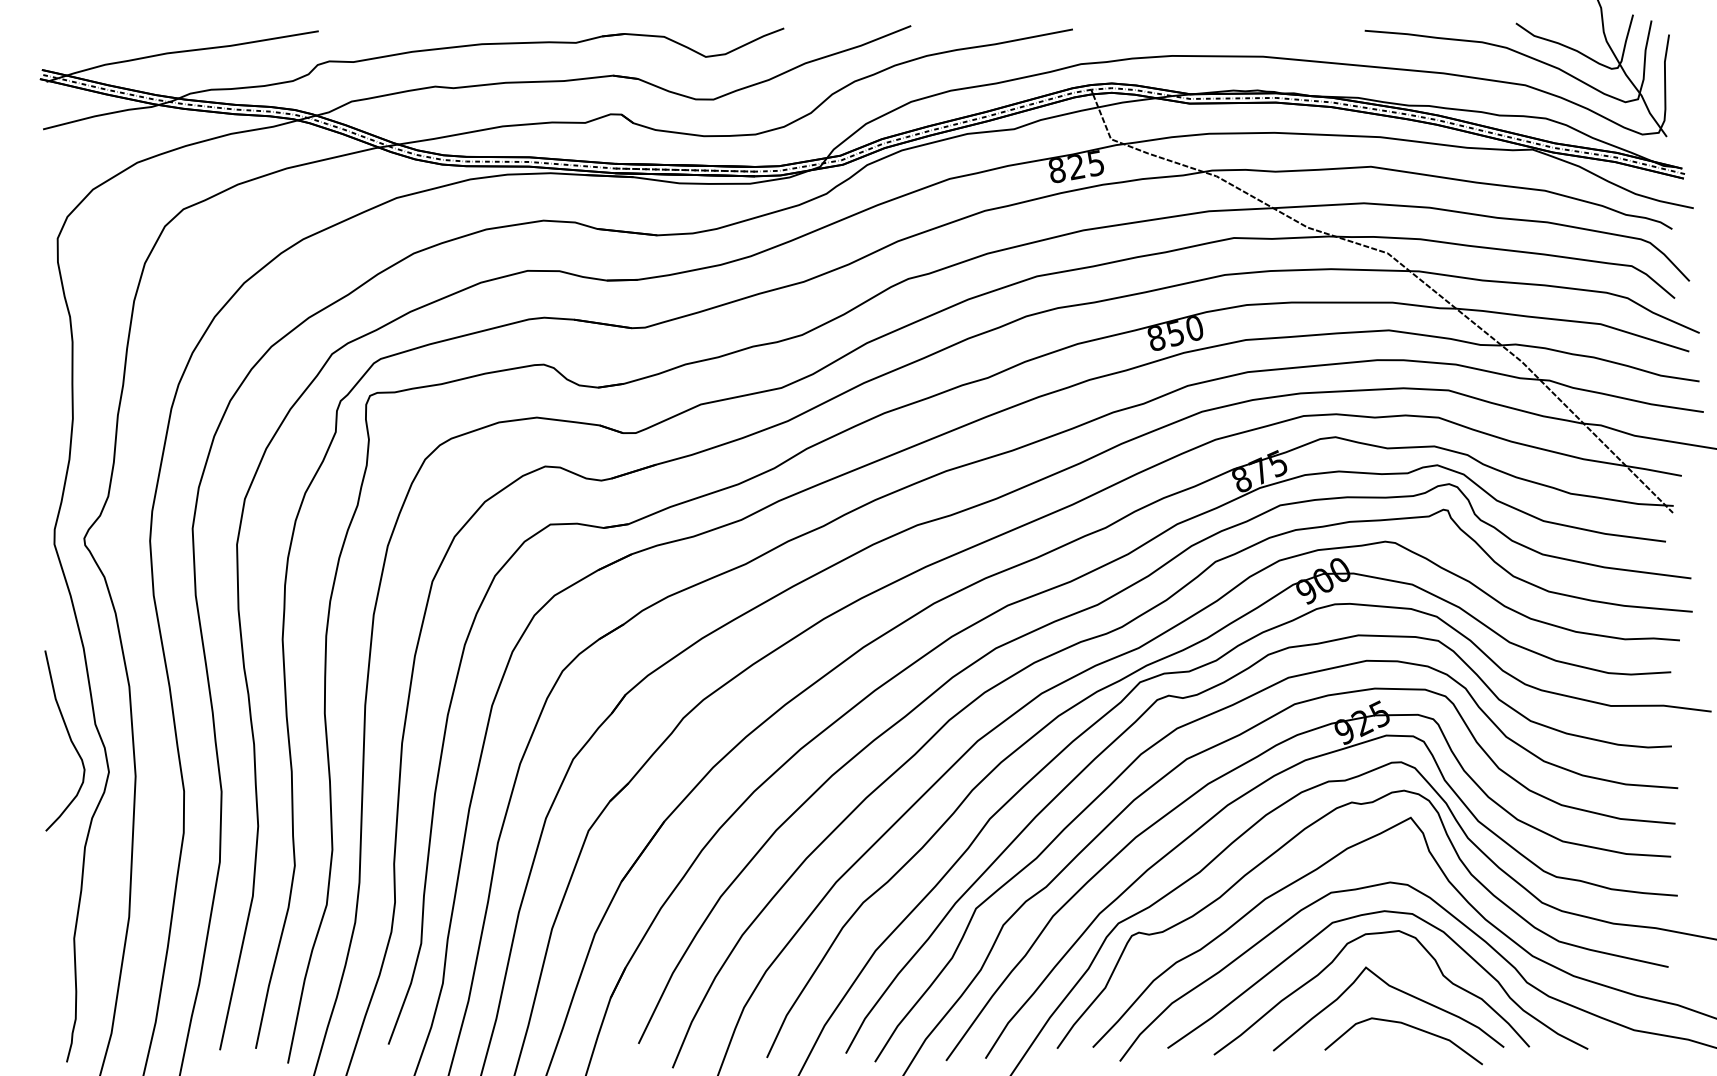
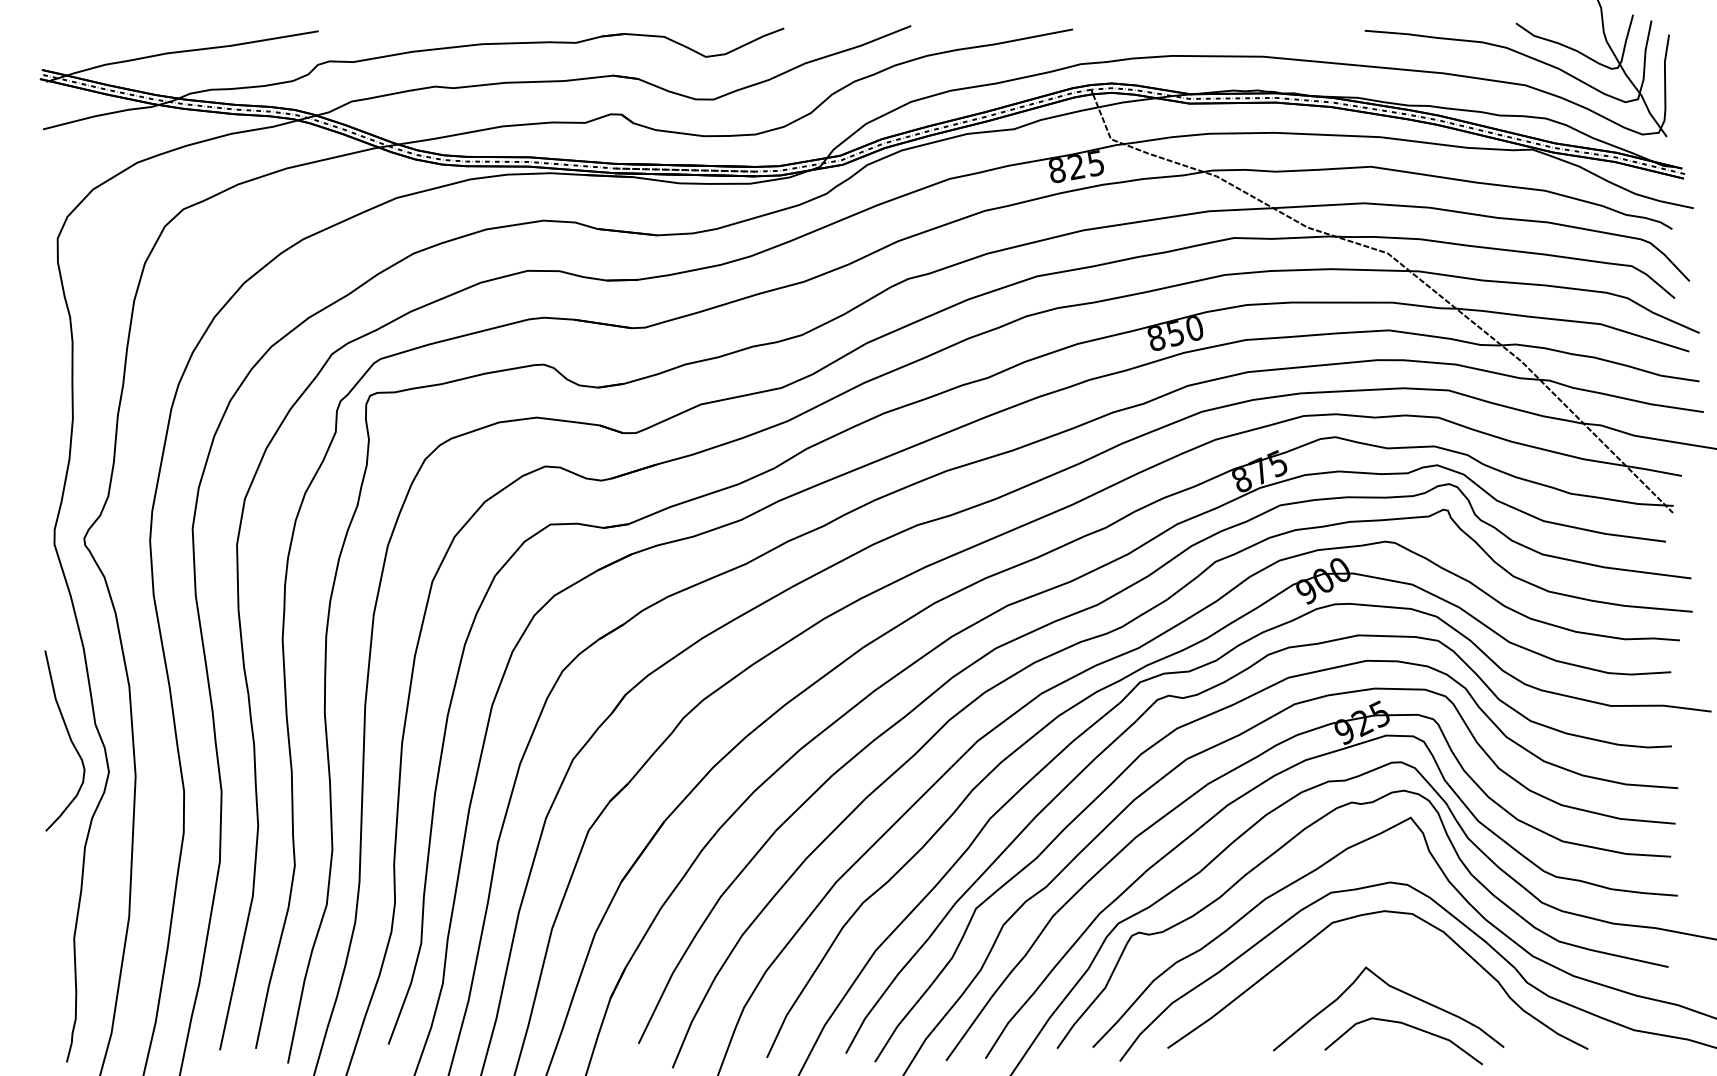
curve at (1333, 962): present -> none
